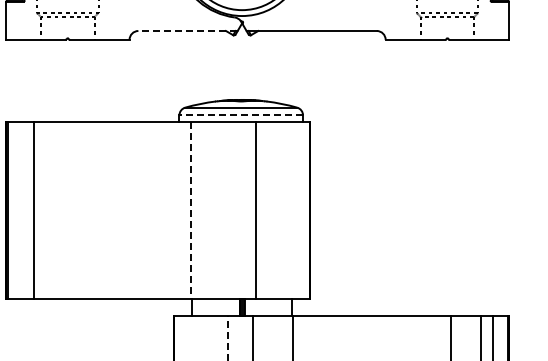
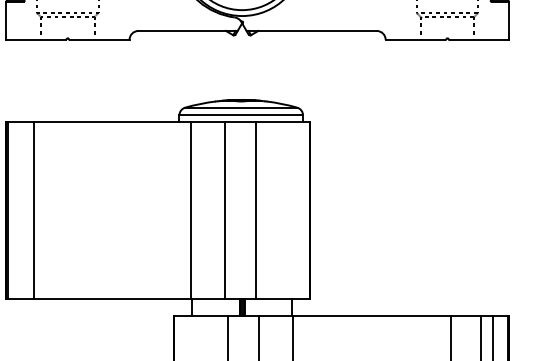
line at (187, 31): dashed -> solid
line at (241, 115): dashed -> solid
line at (191, 210): dashed -> solid
line at (225, 210): none -> present
line at (252, 336) position: (252, 336) -> (258, 336)
line at (227, 338): dashed -> solid
